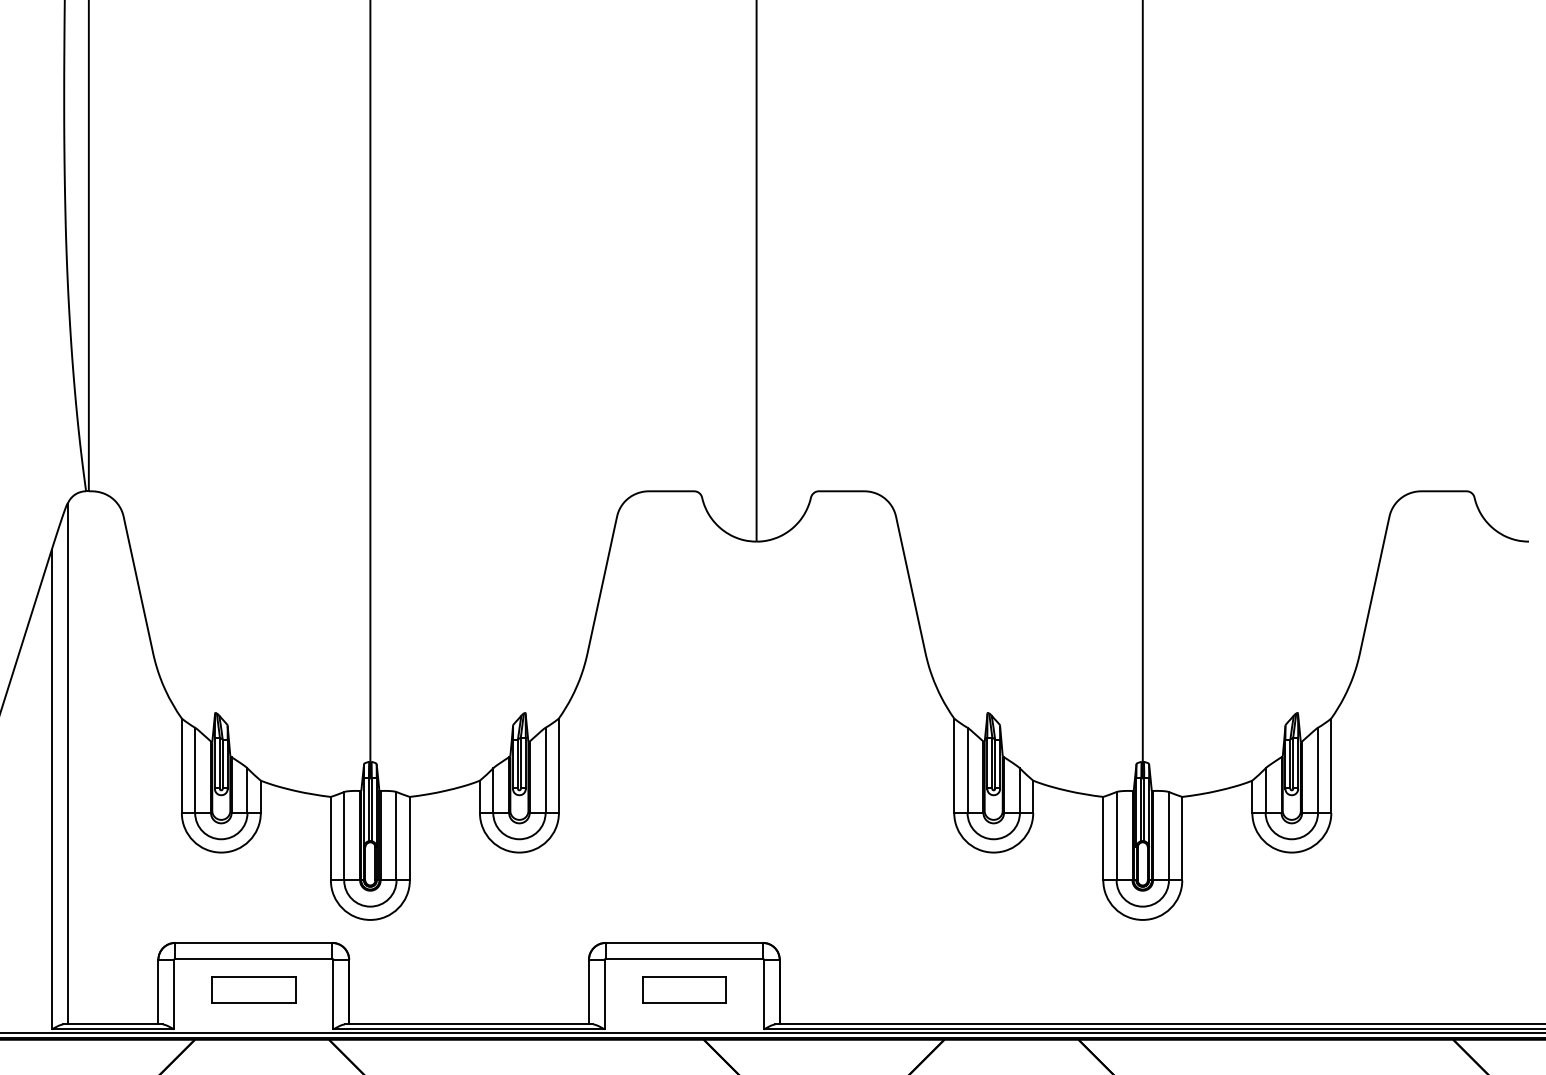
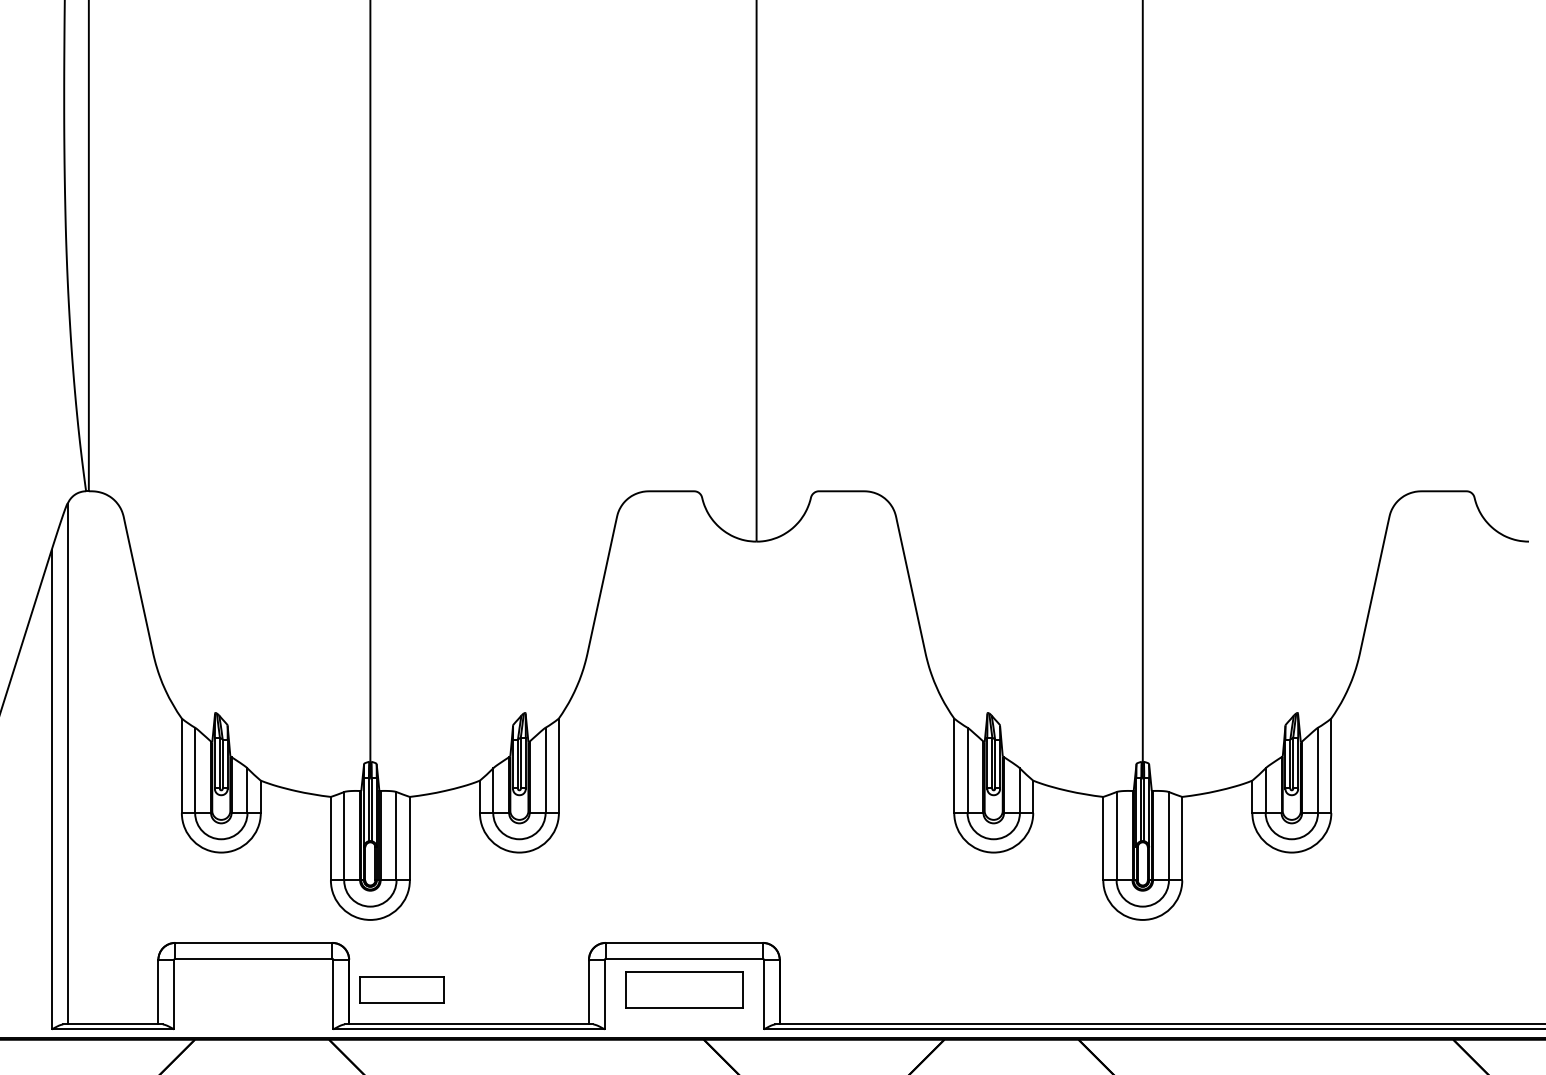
part at (253, 989) position: (253, 989) -> (401, 989)
part at (684, 989) size: 85x28 px -> 119x38 px
line at (772, 1032): present -> none
